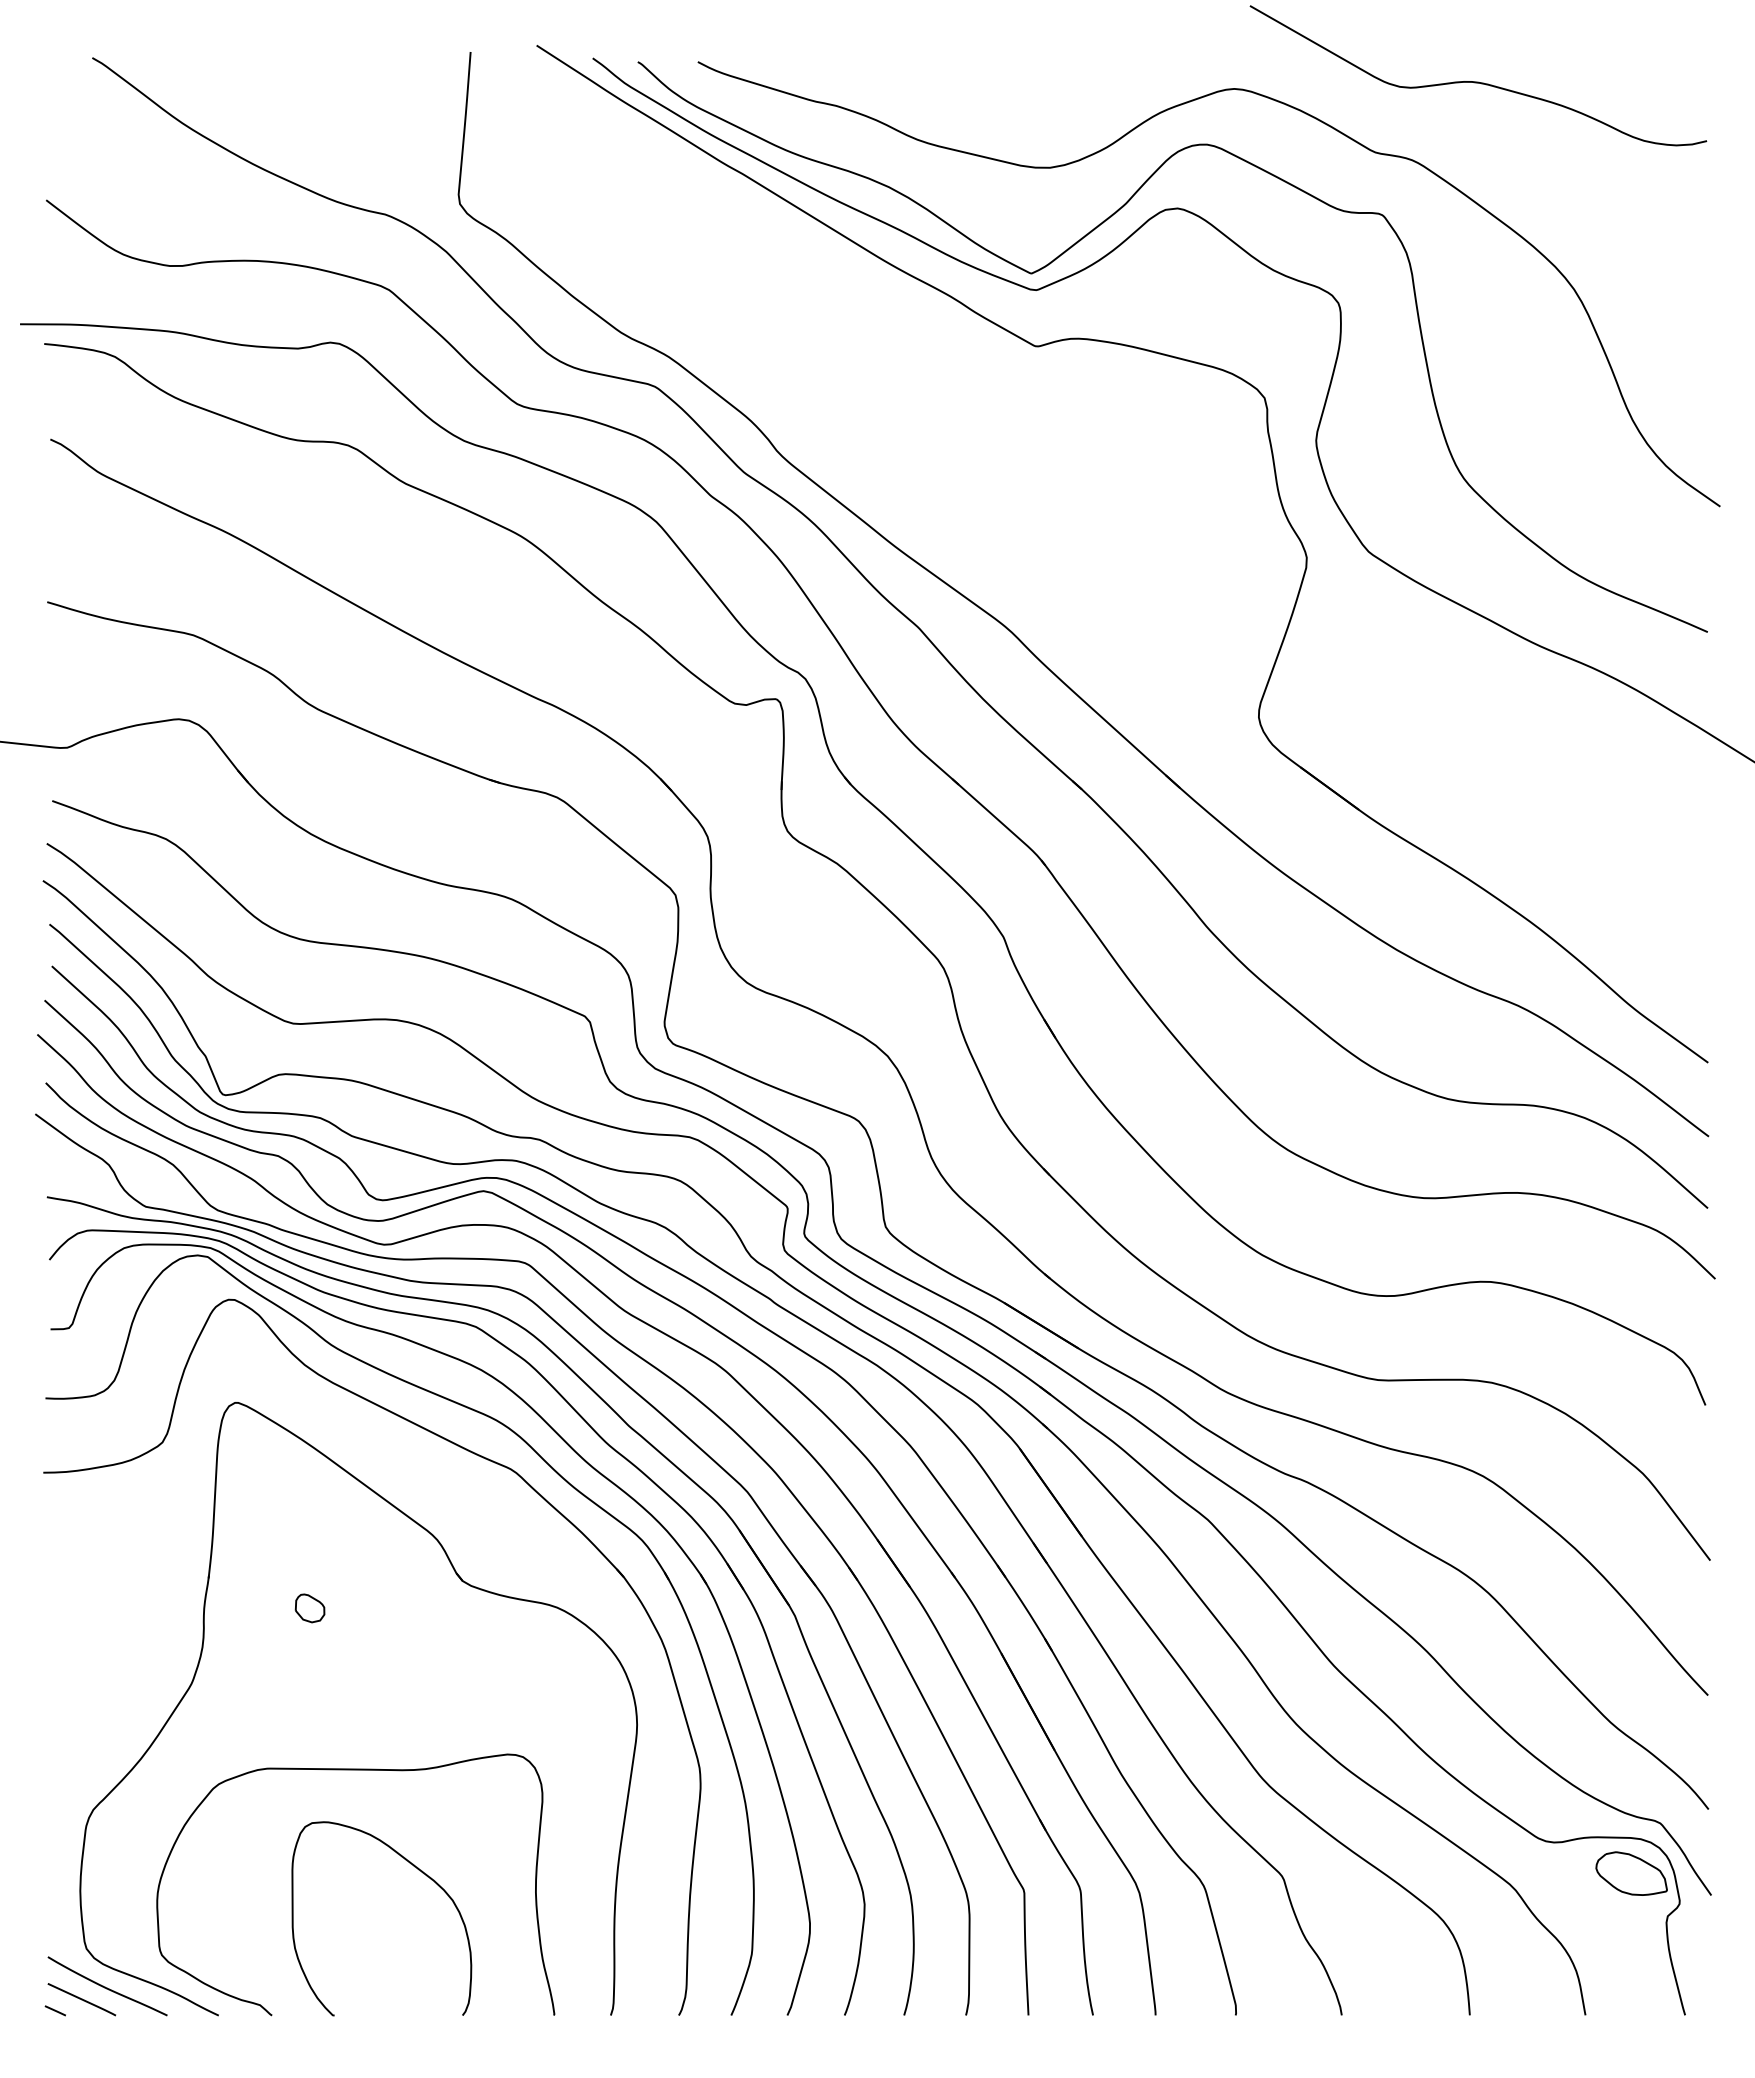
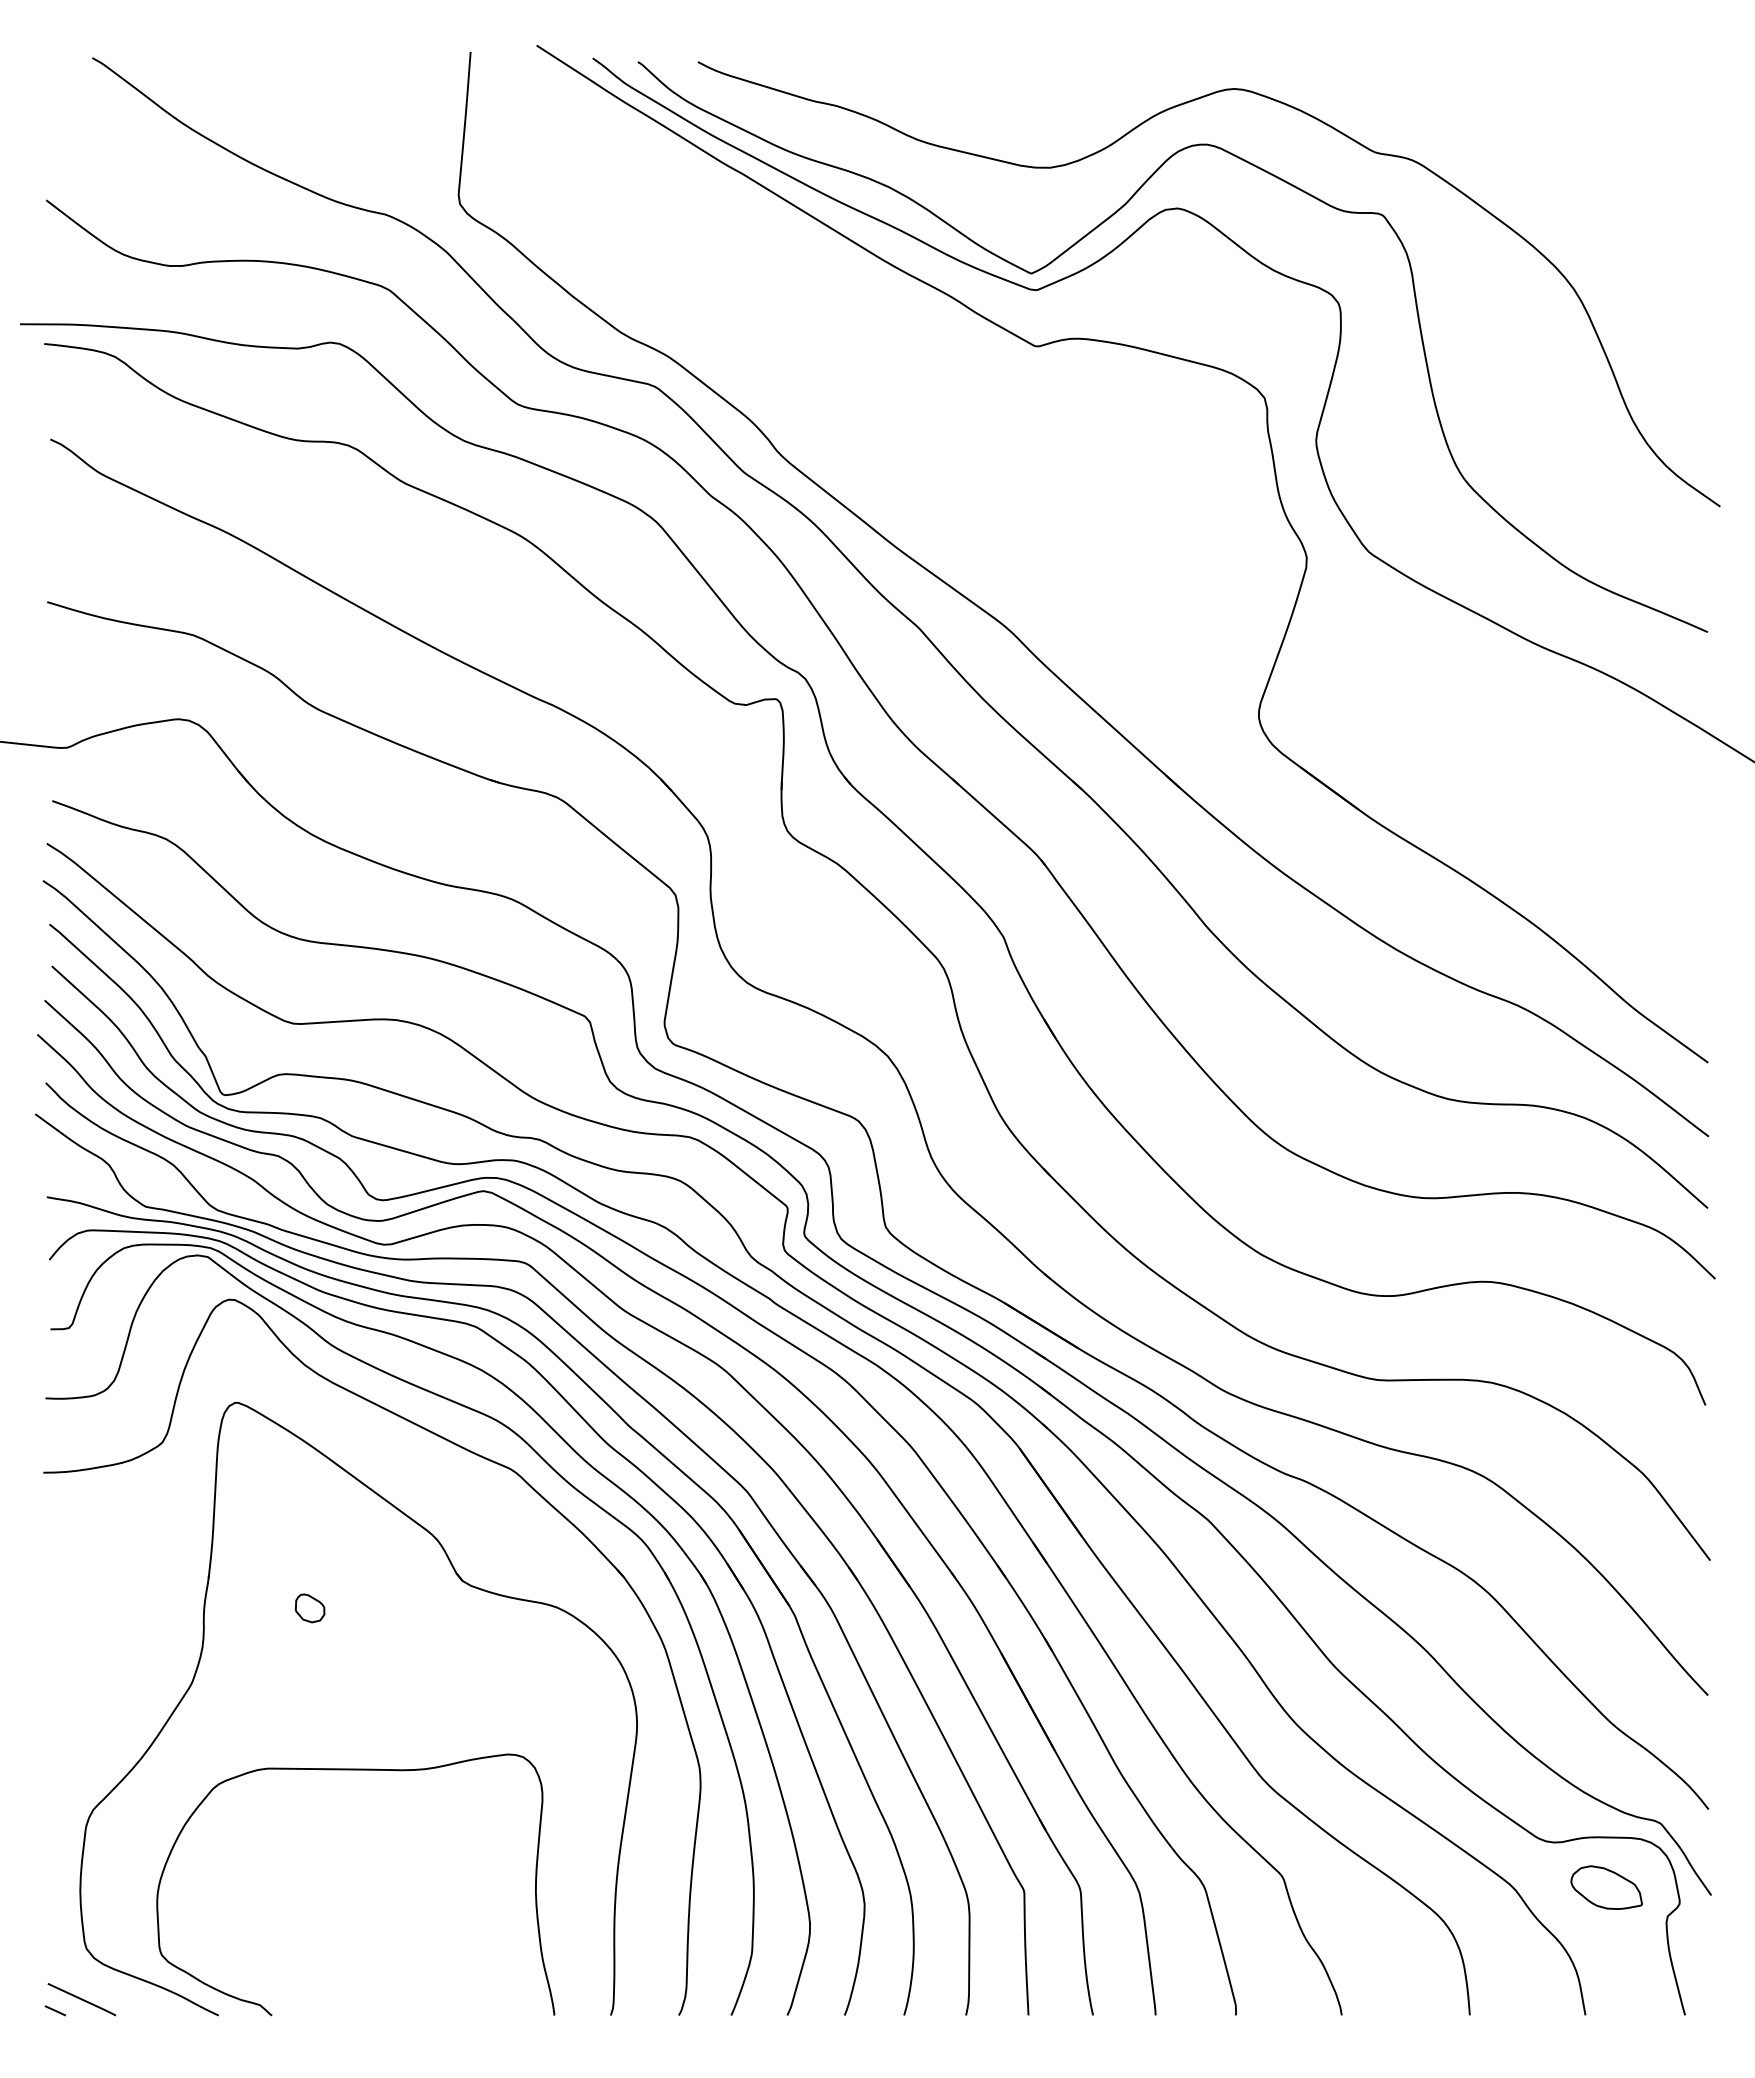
curve at (1478, 81): present -> none
curve at (418, 1870): present -> none
part at (1631, 1873) position: (1631, 1873) -> (1606, 1887)
curve at (107, 1987): present -> none
